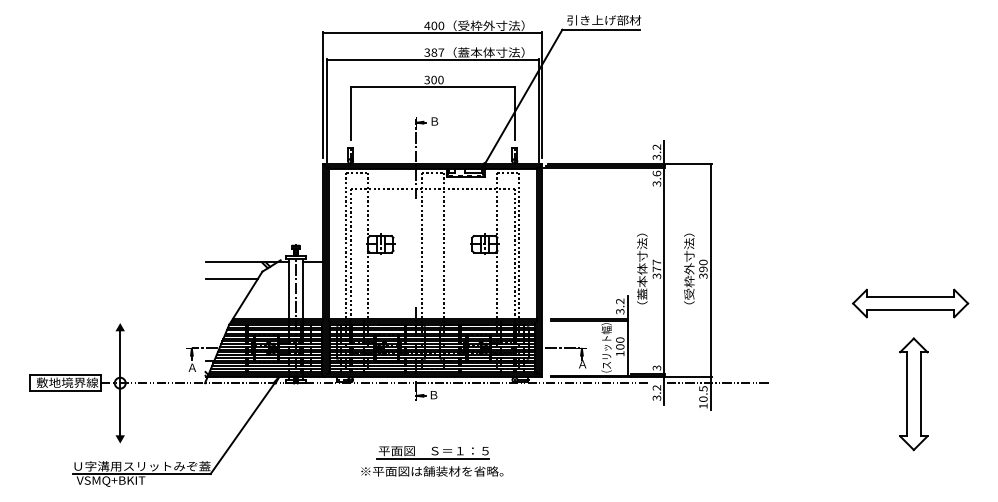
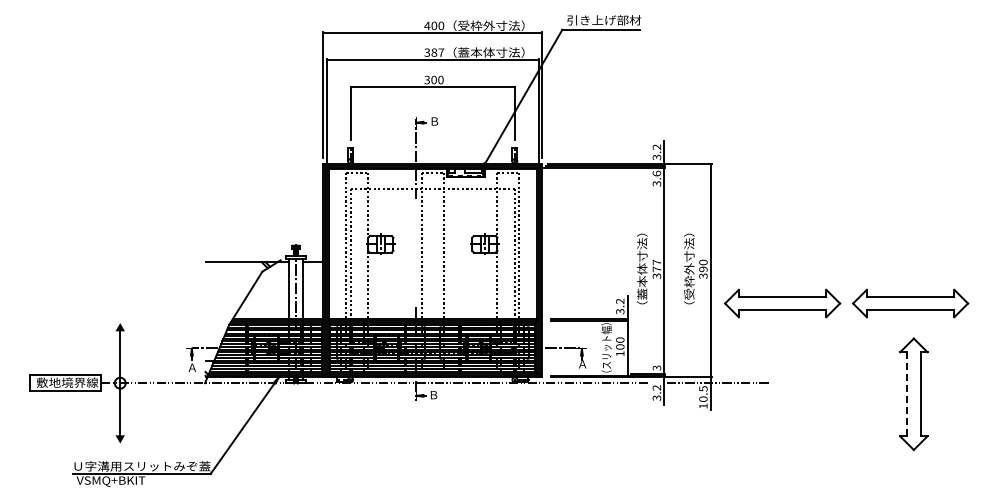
line at (231, 278): present -> none
part at (782, 303): none -> present
line at (907, 393): solid -> dashed
part at (432, 461): present -> none
